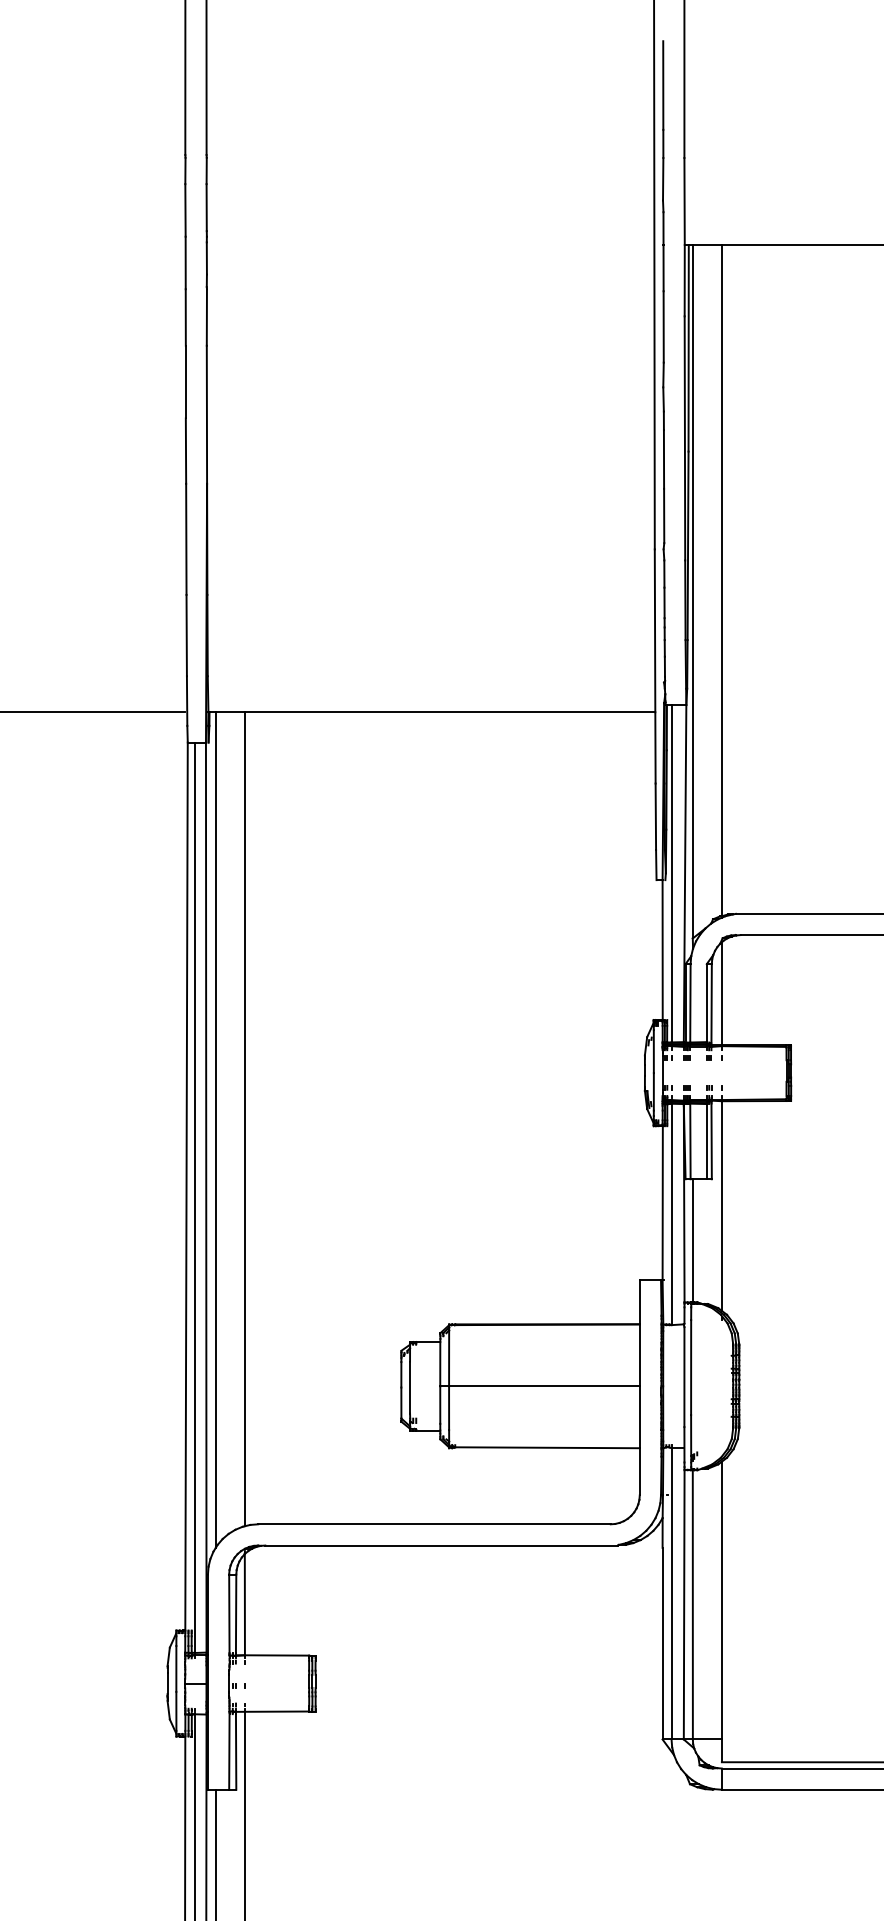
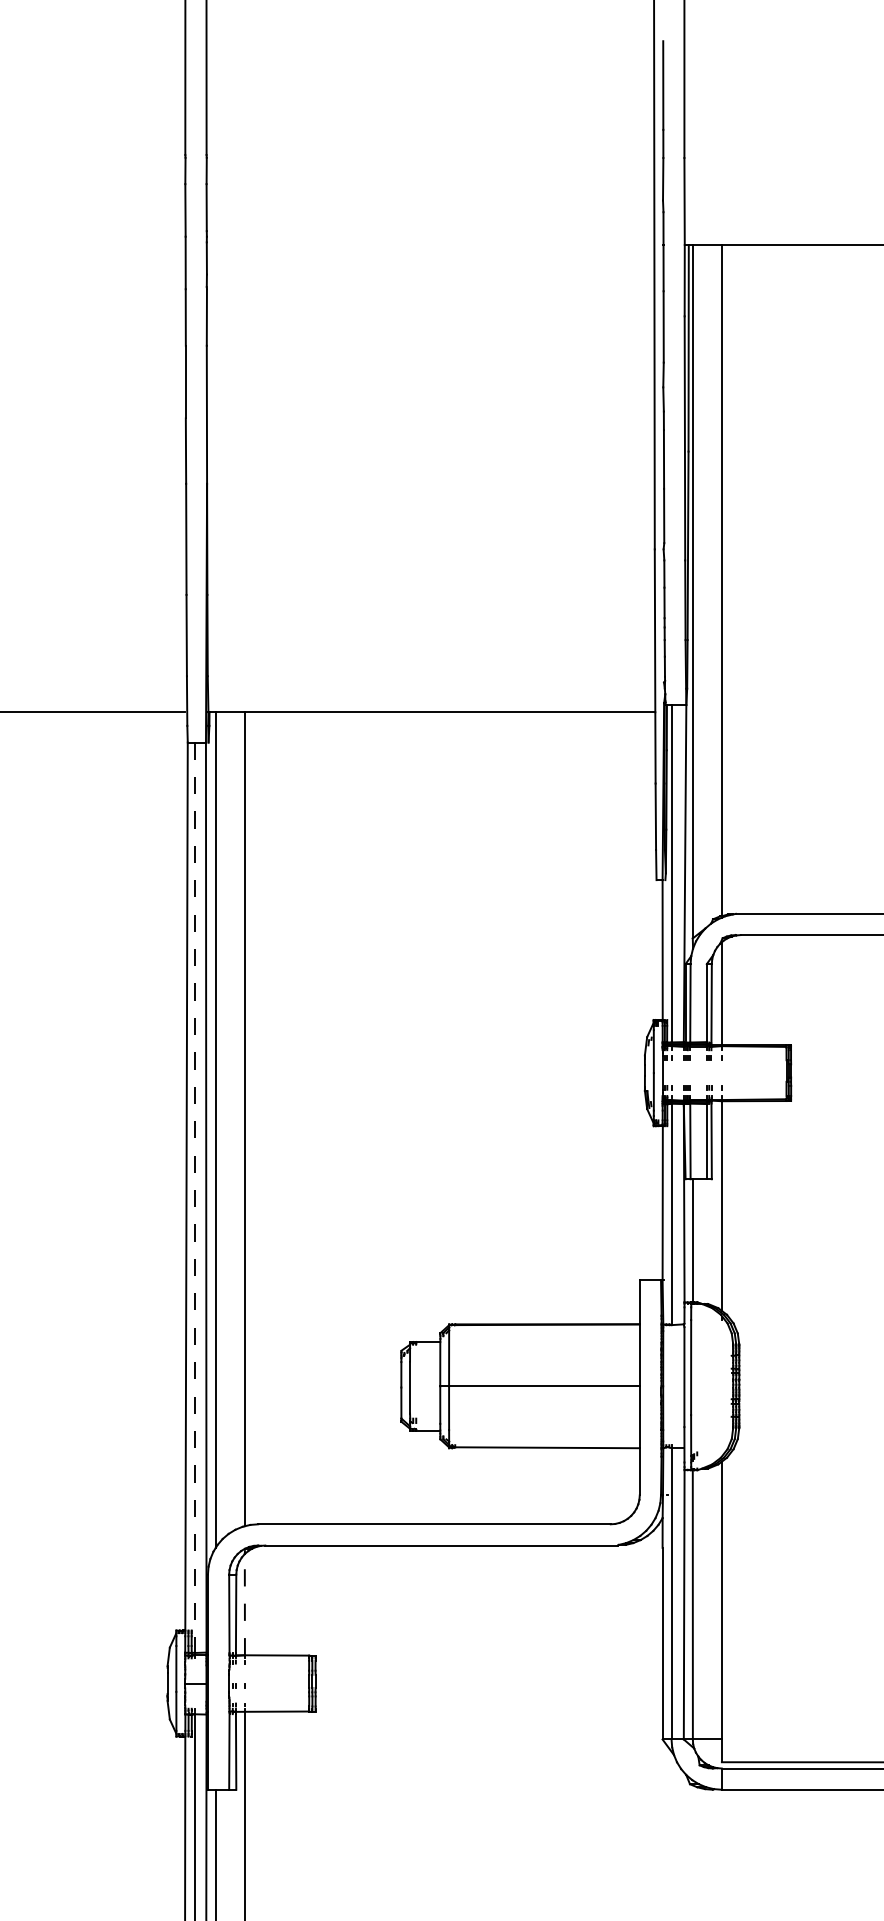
line at (194, 1198): solid -> dashed
line at (244, 1604): solid -> dashed
